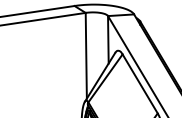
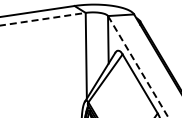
line at (43, 19): solid -> dashed
line at (138, 67): solid -> dashed
